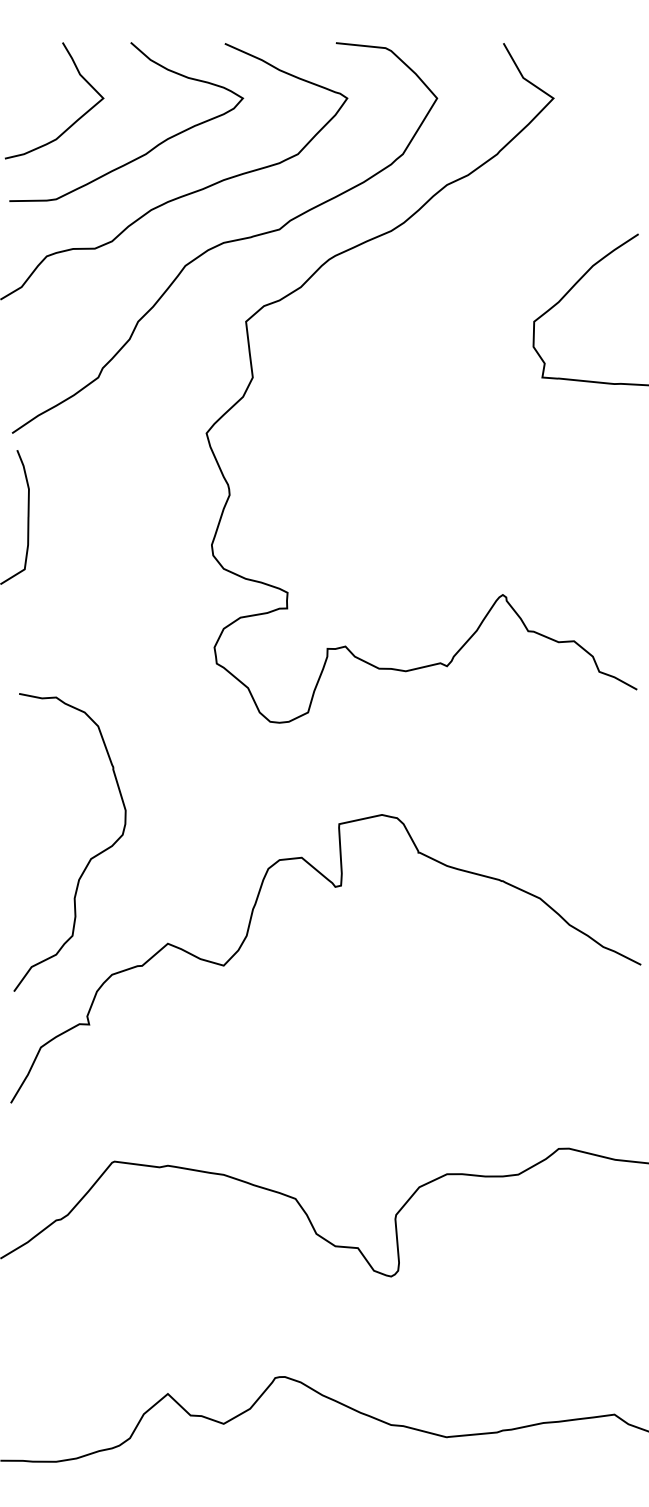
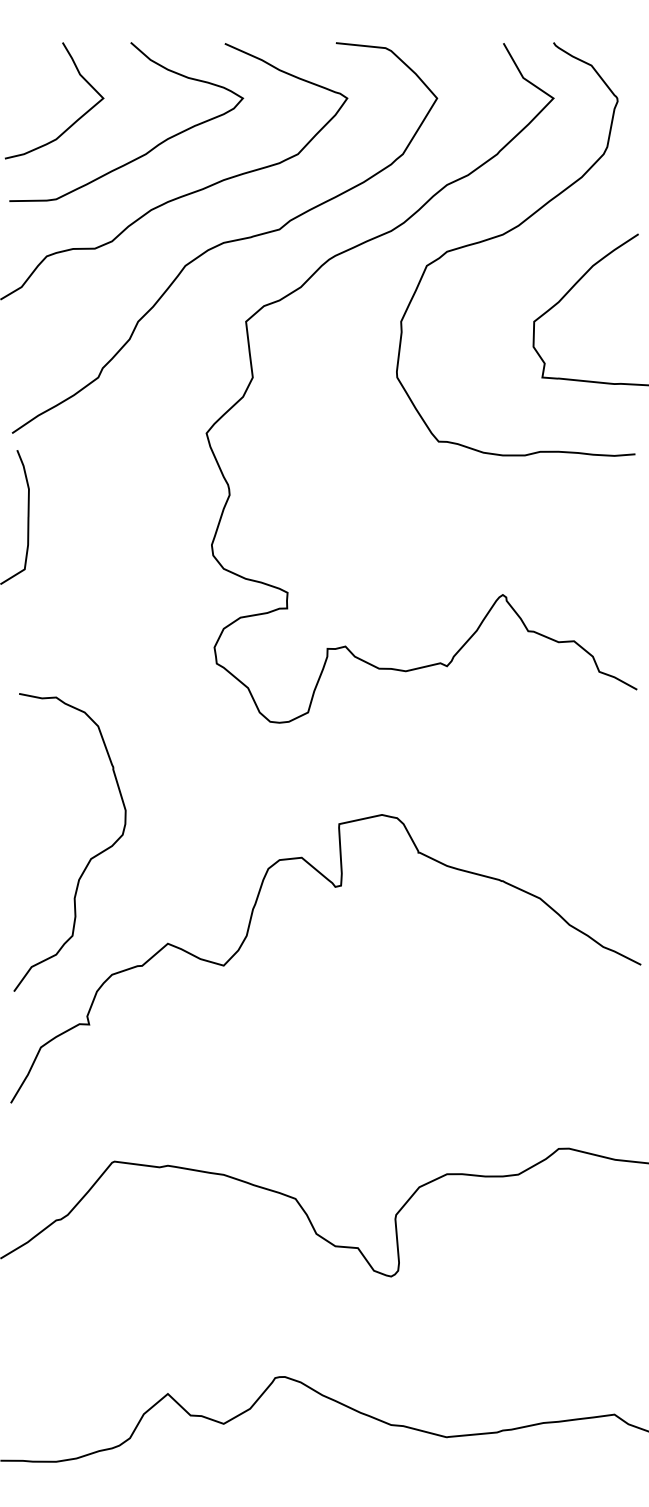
curve at (507, 233): none -> present
